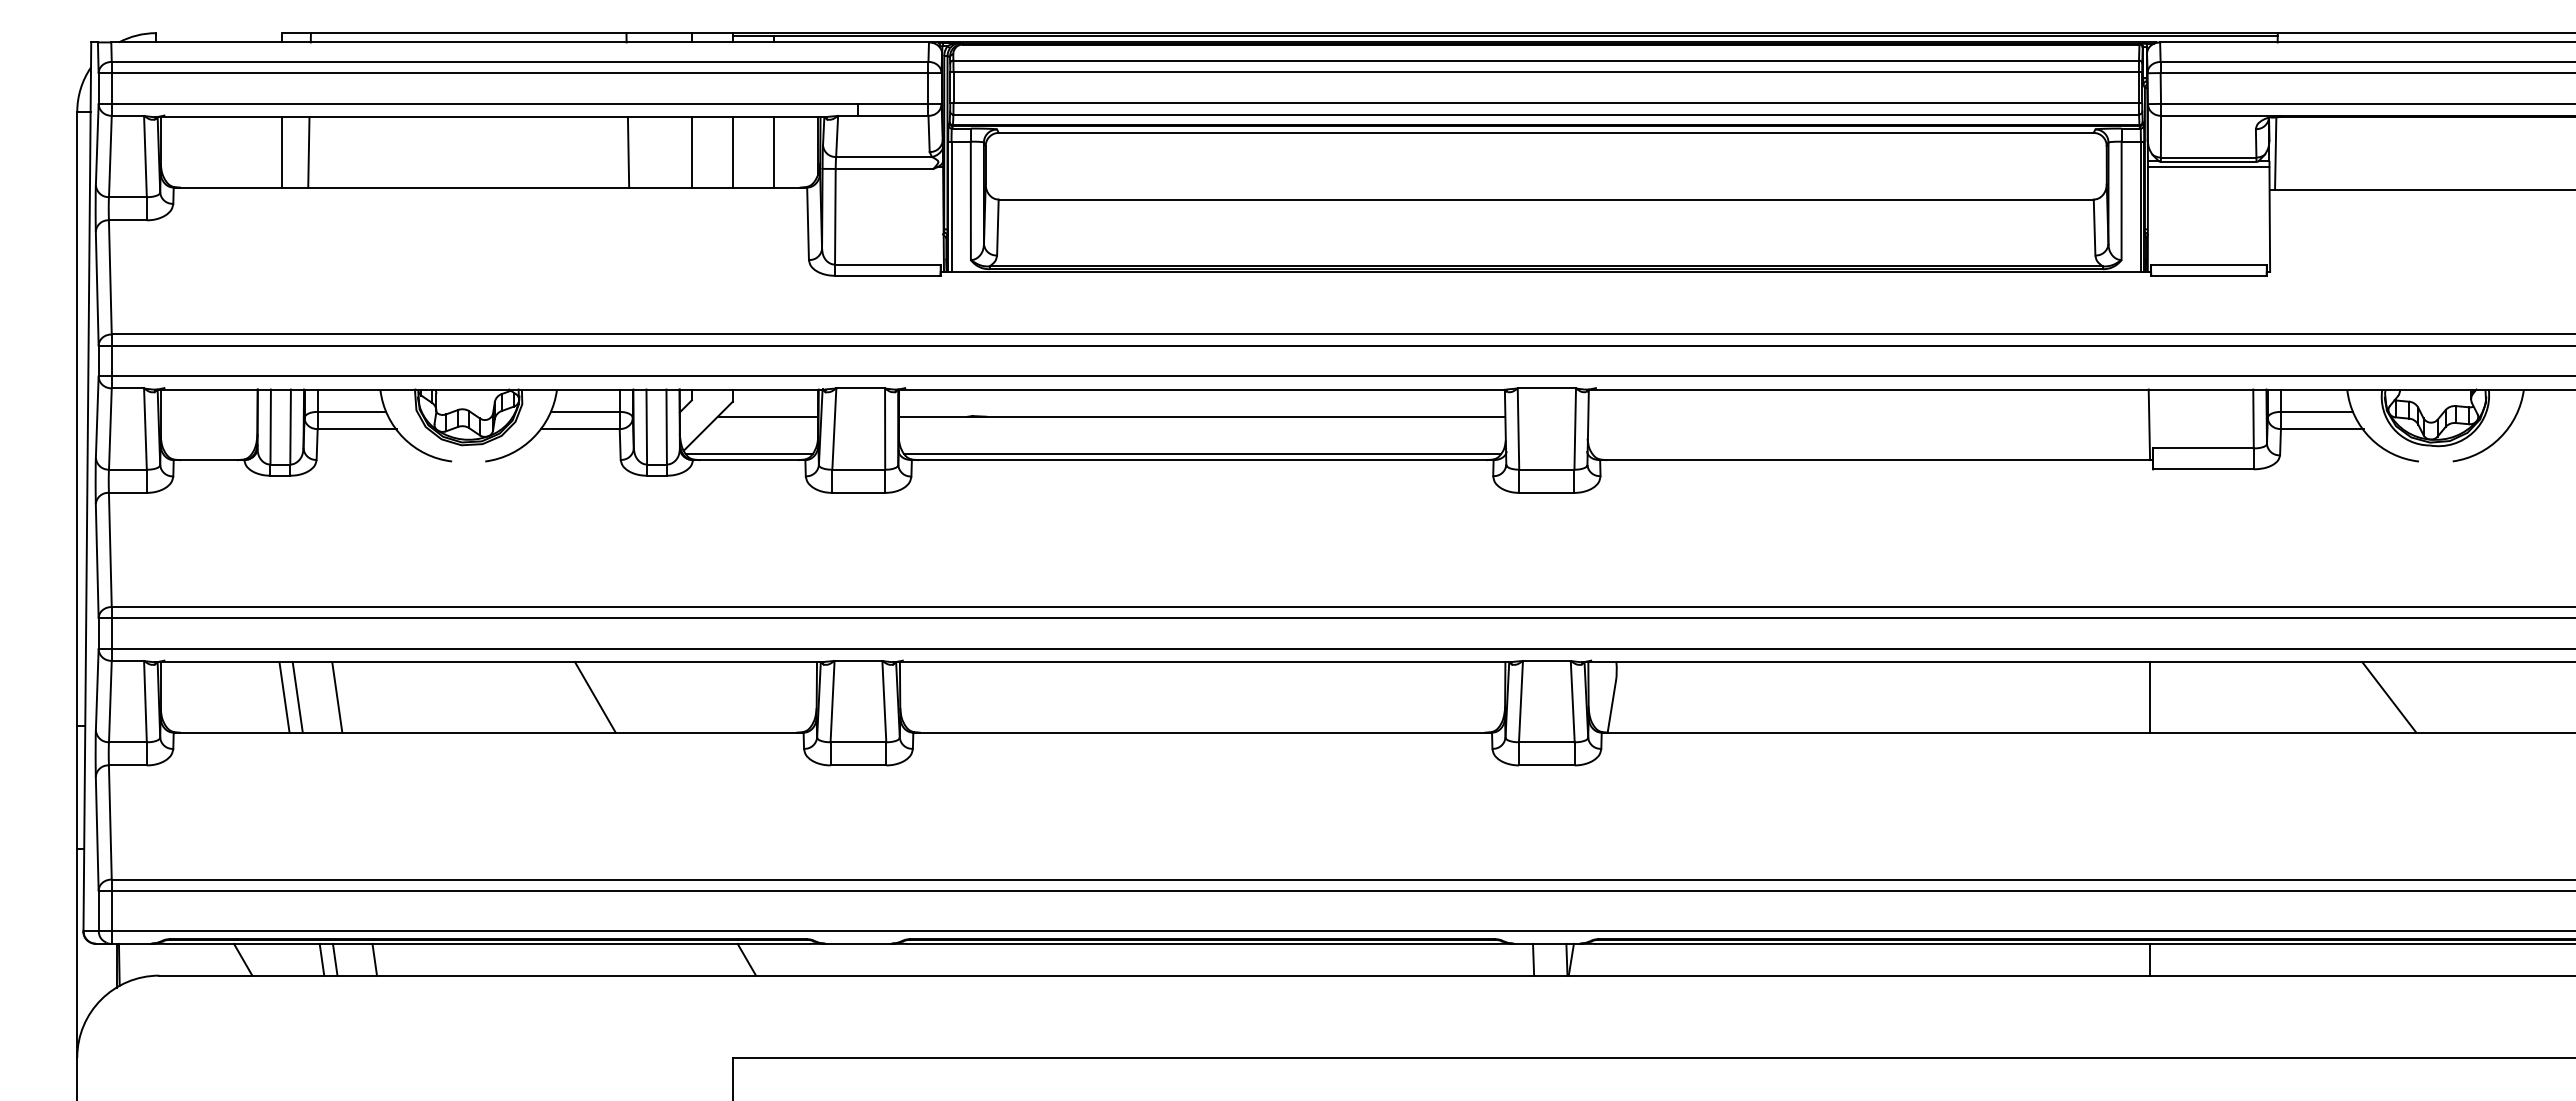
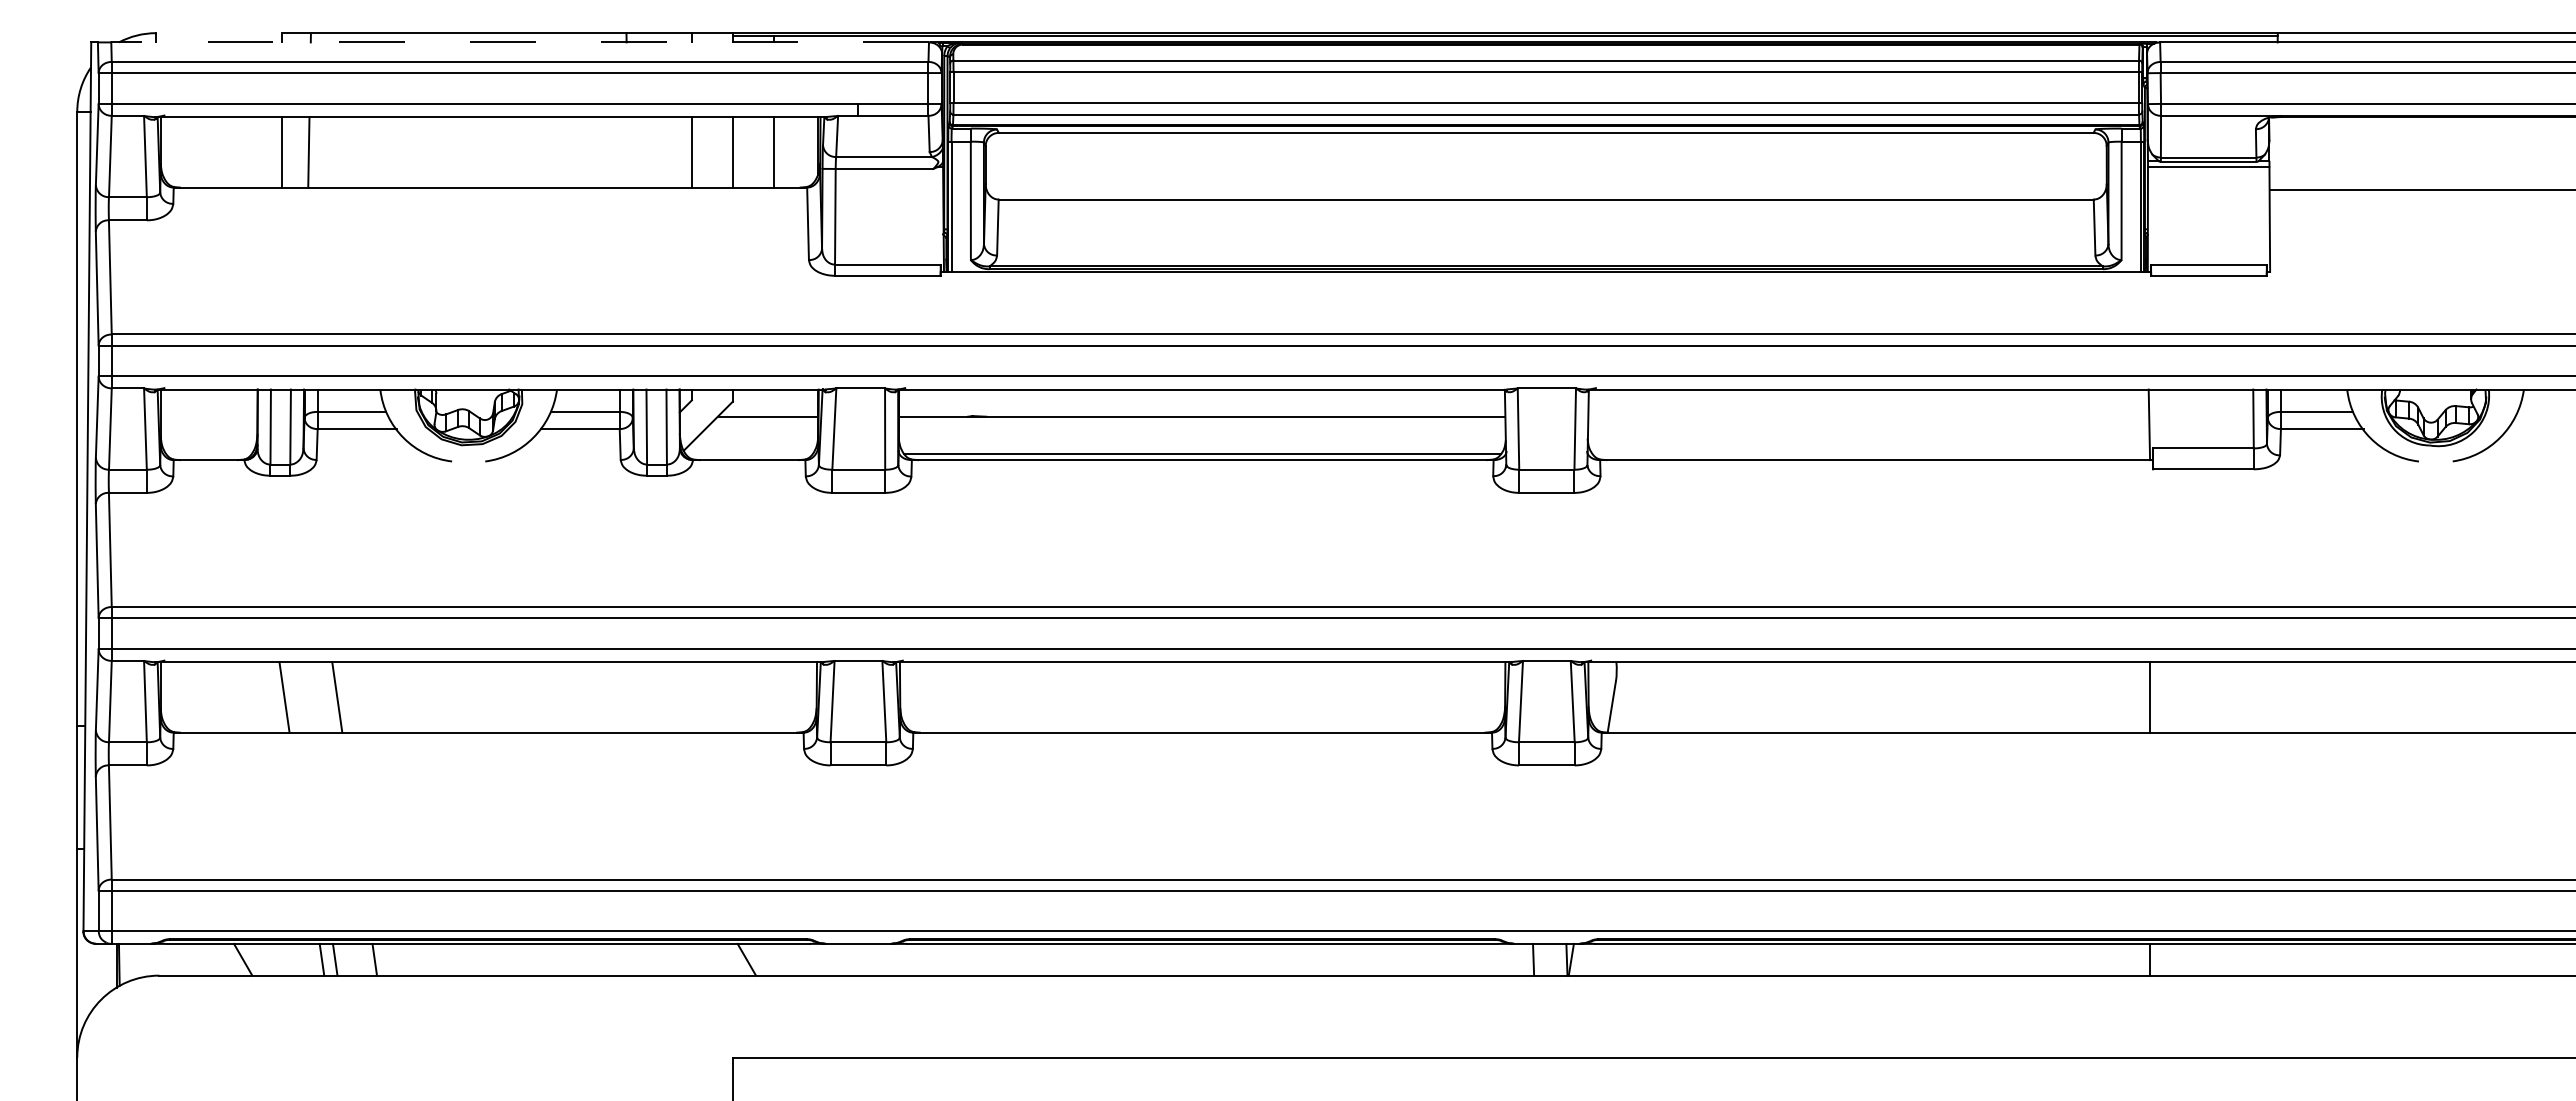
line at (520, 42): solid -> dashed
line at (628, 152): present -> none
line at (2275, 153): present -> none
line at (748, 453): present -> none
line at (297, 697): present -> none
line at (595, 697): present -> none
line at (2389, 697): present -> none
